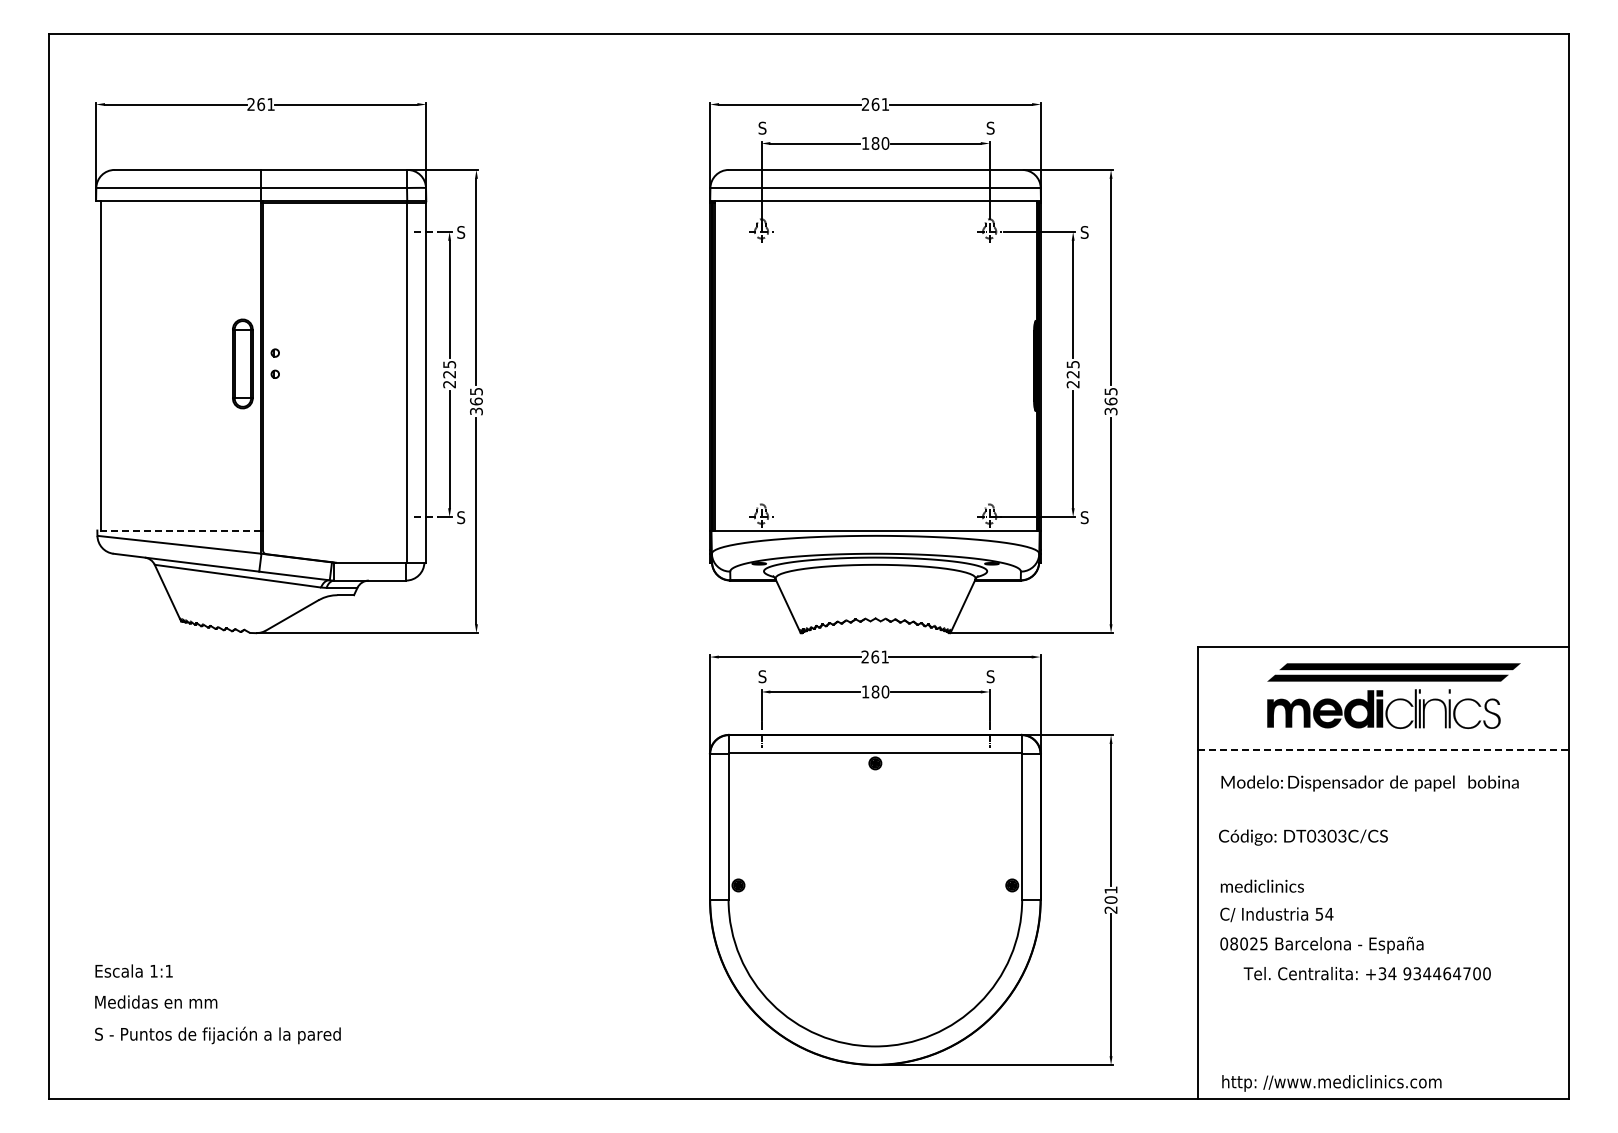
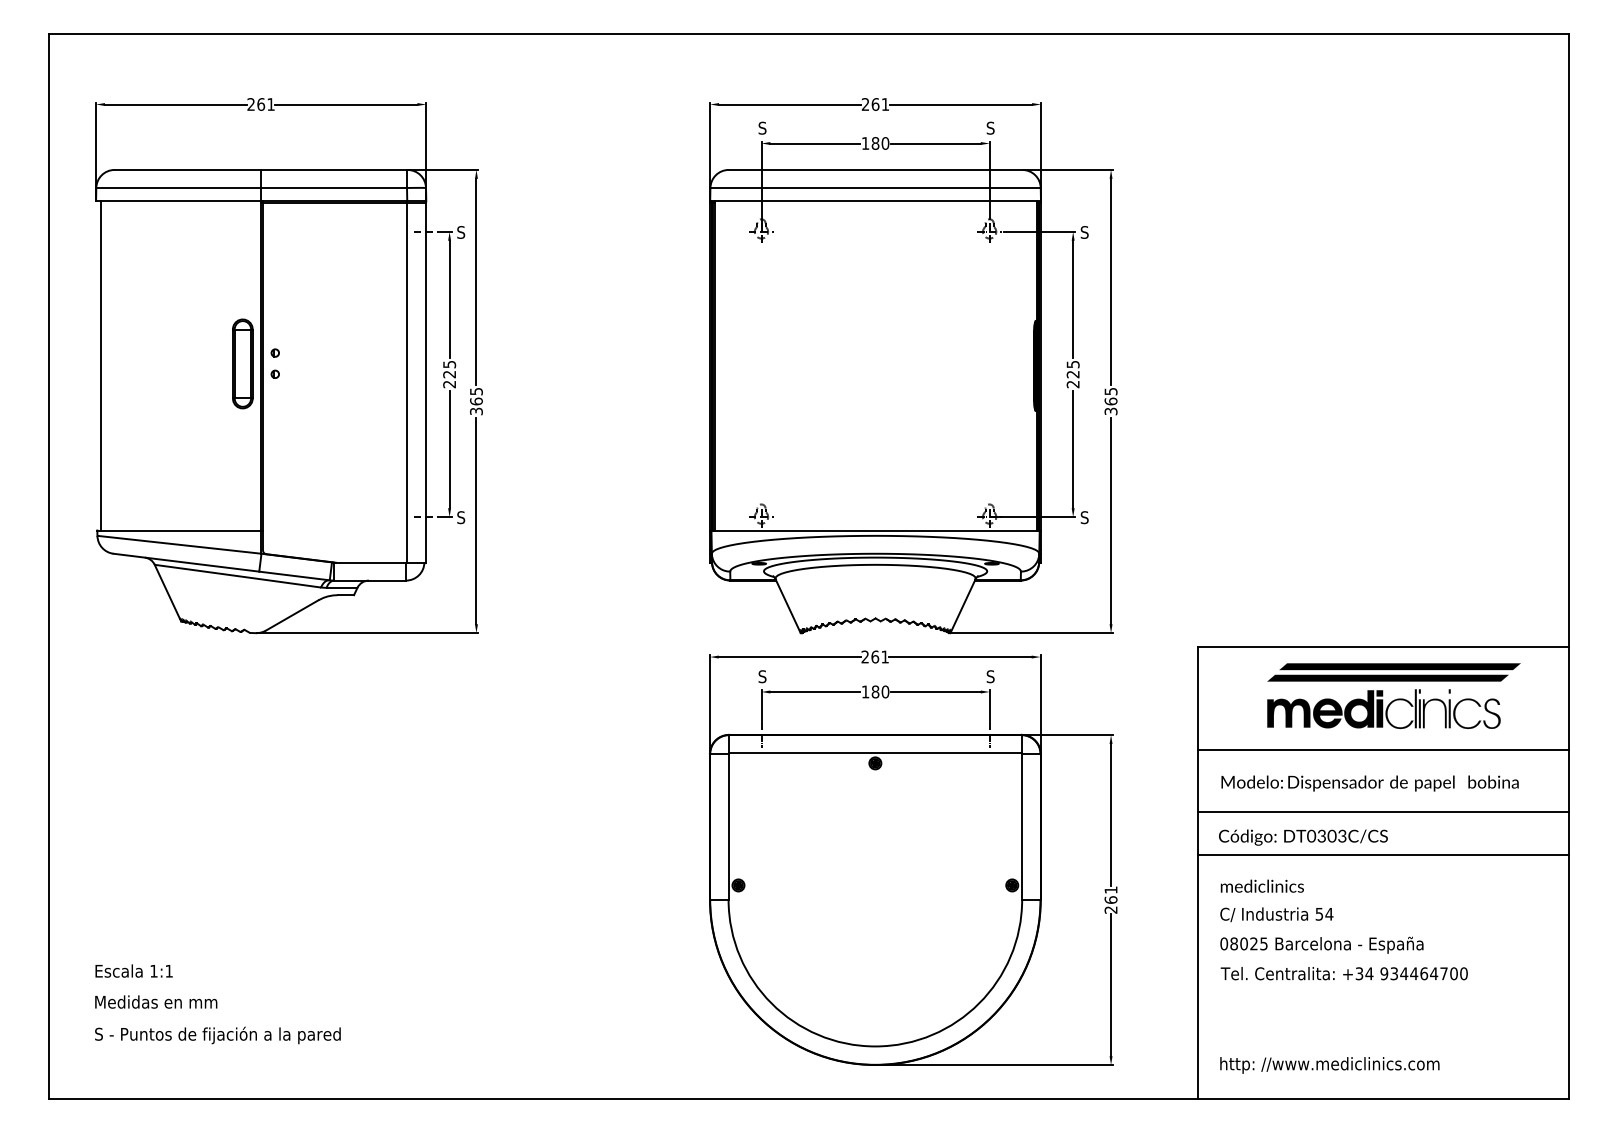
line at (178, 530): dashed -> solid
line at (1383, 750): dashed -> solid
line at (1383, 812): none -> present
line at (1383, 854): none -> present
text at (1110, 899): 201 -> 261
text at (1366, 973) position: (1366, 973) -> (1343, 973)
text at (1331, 1083) position: (1331, 1083) -> (1329, 1065)
